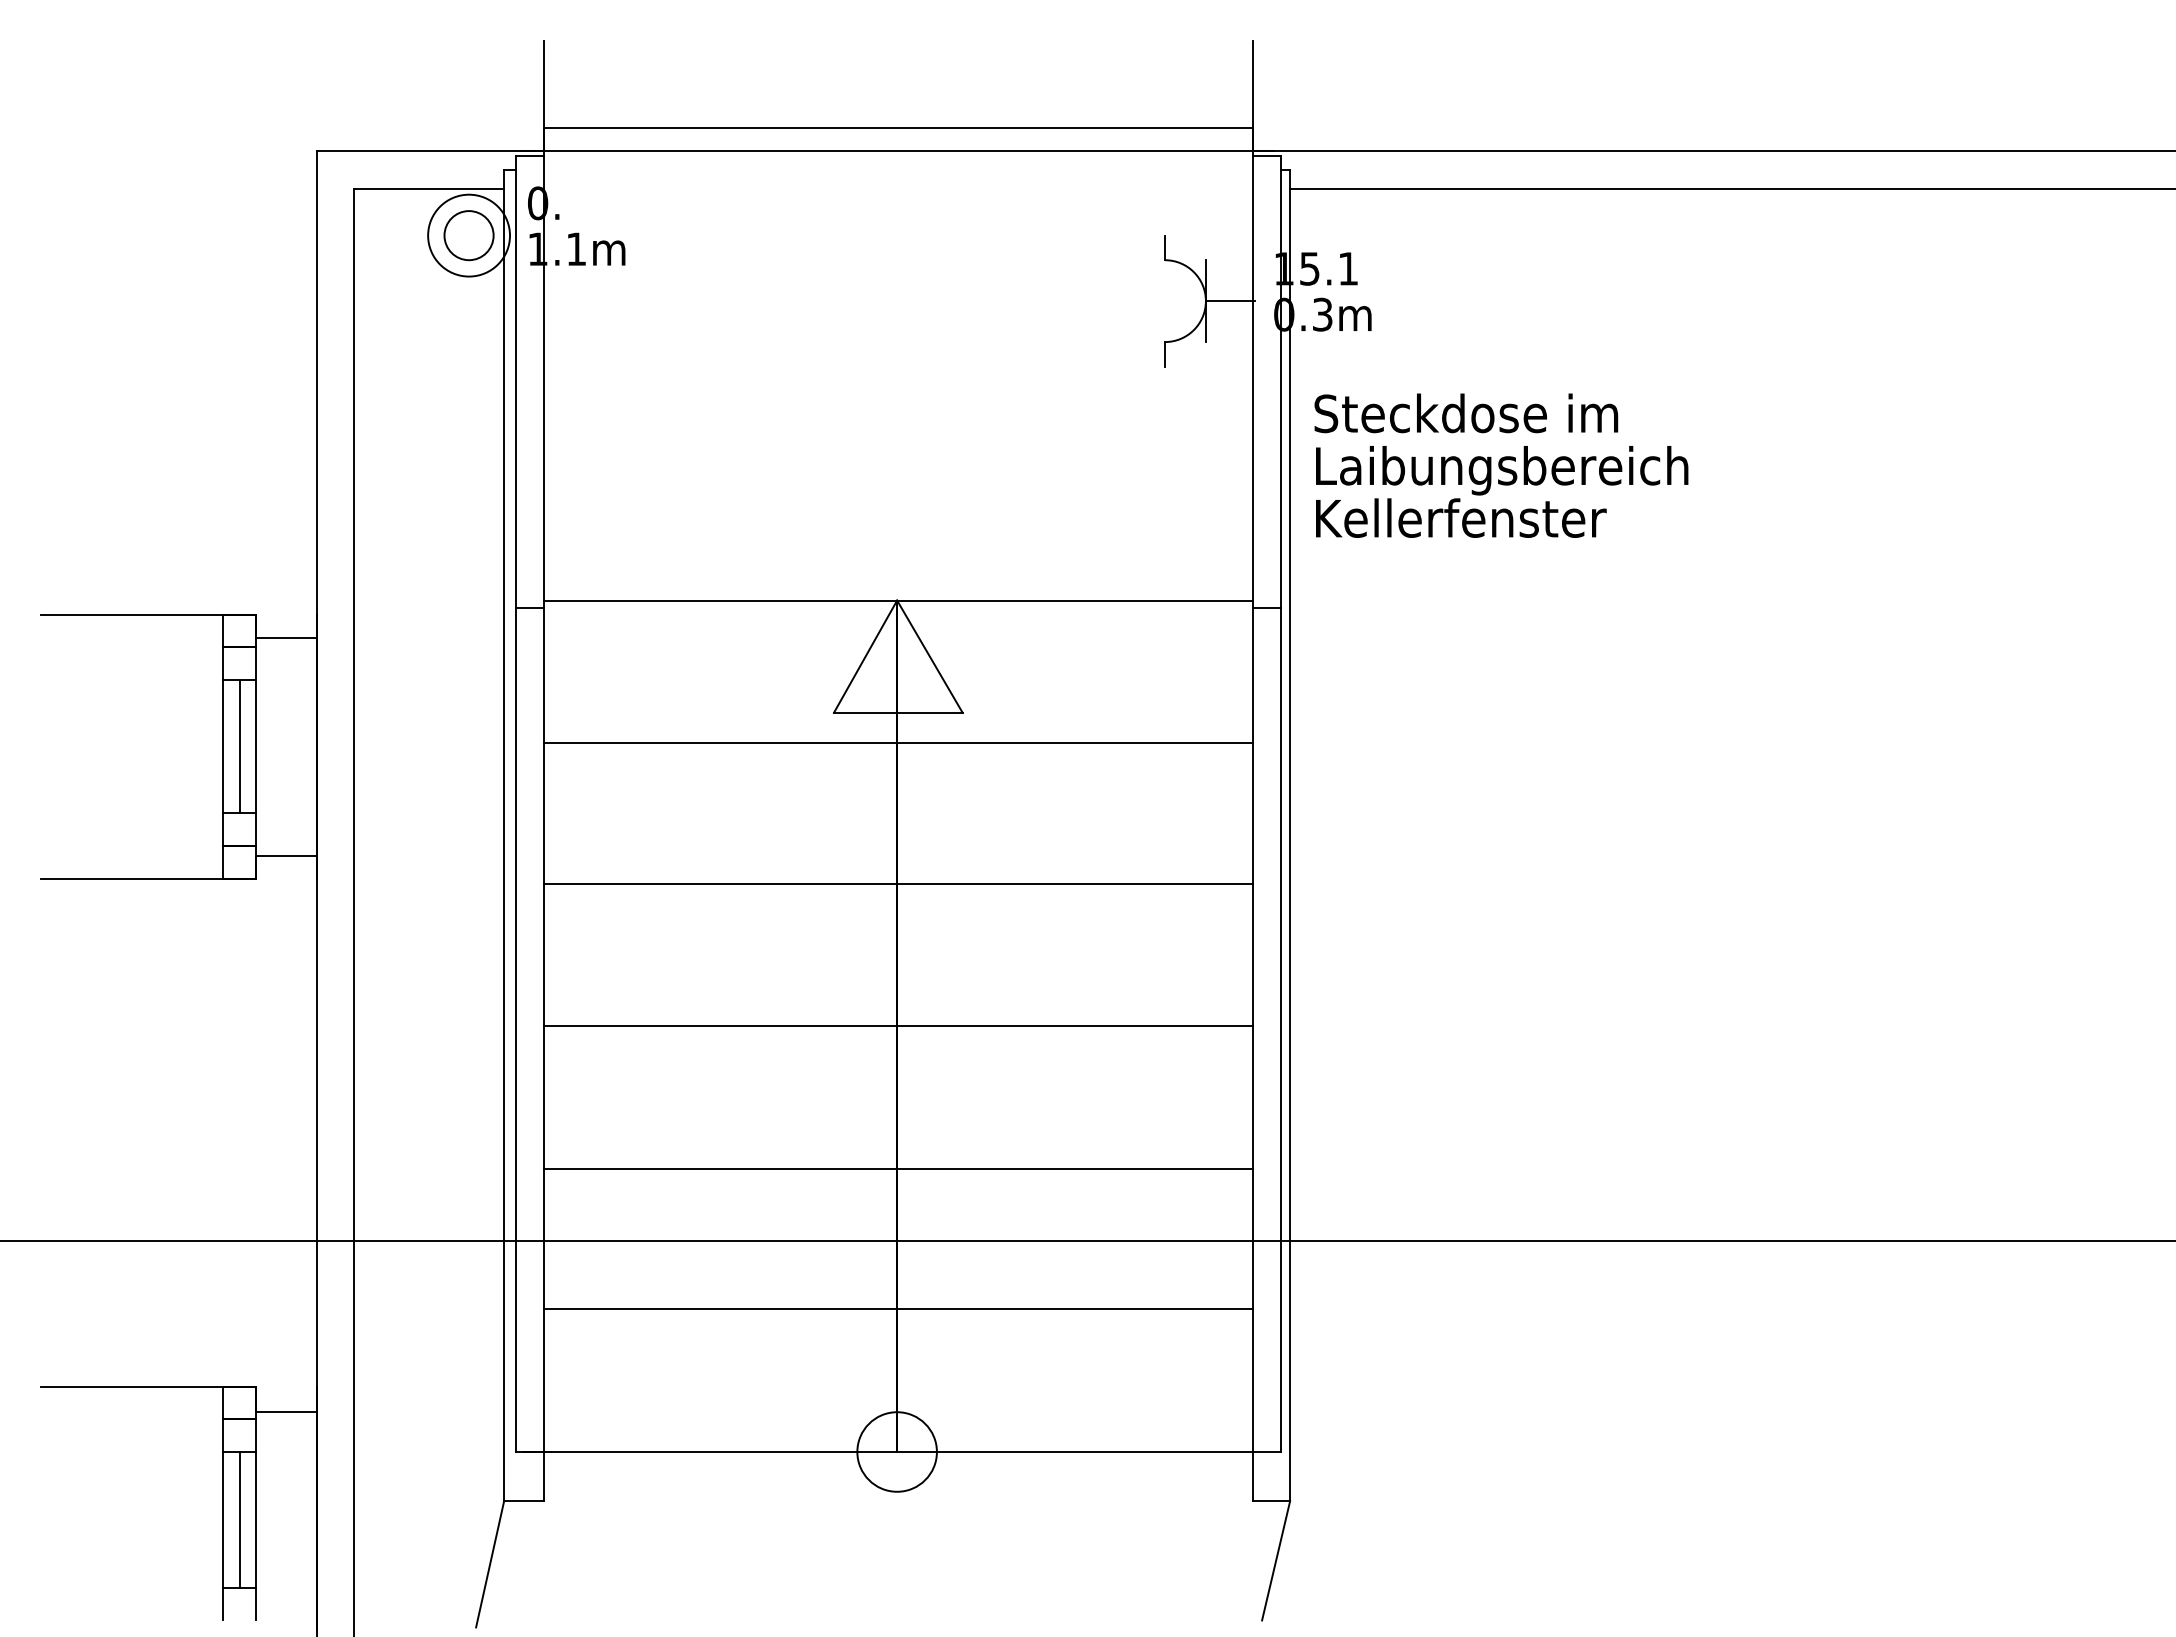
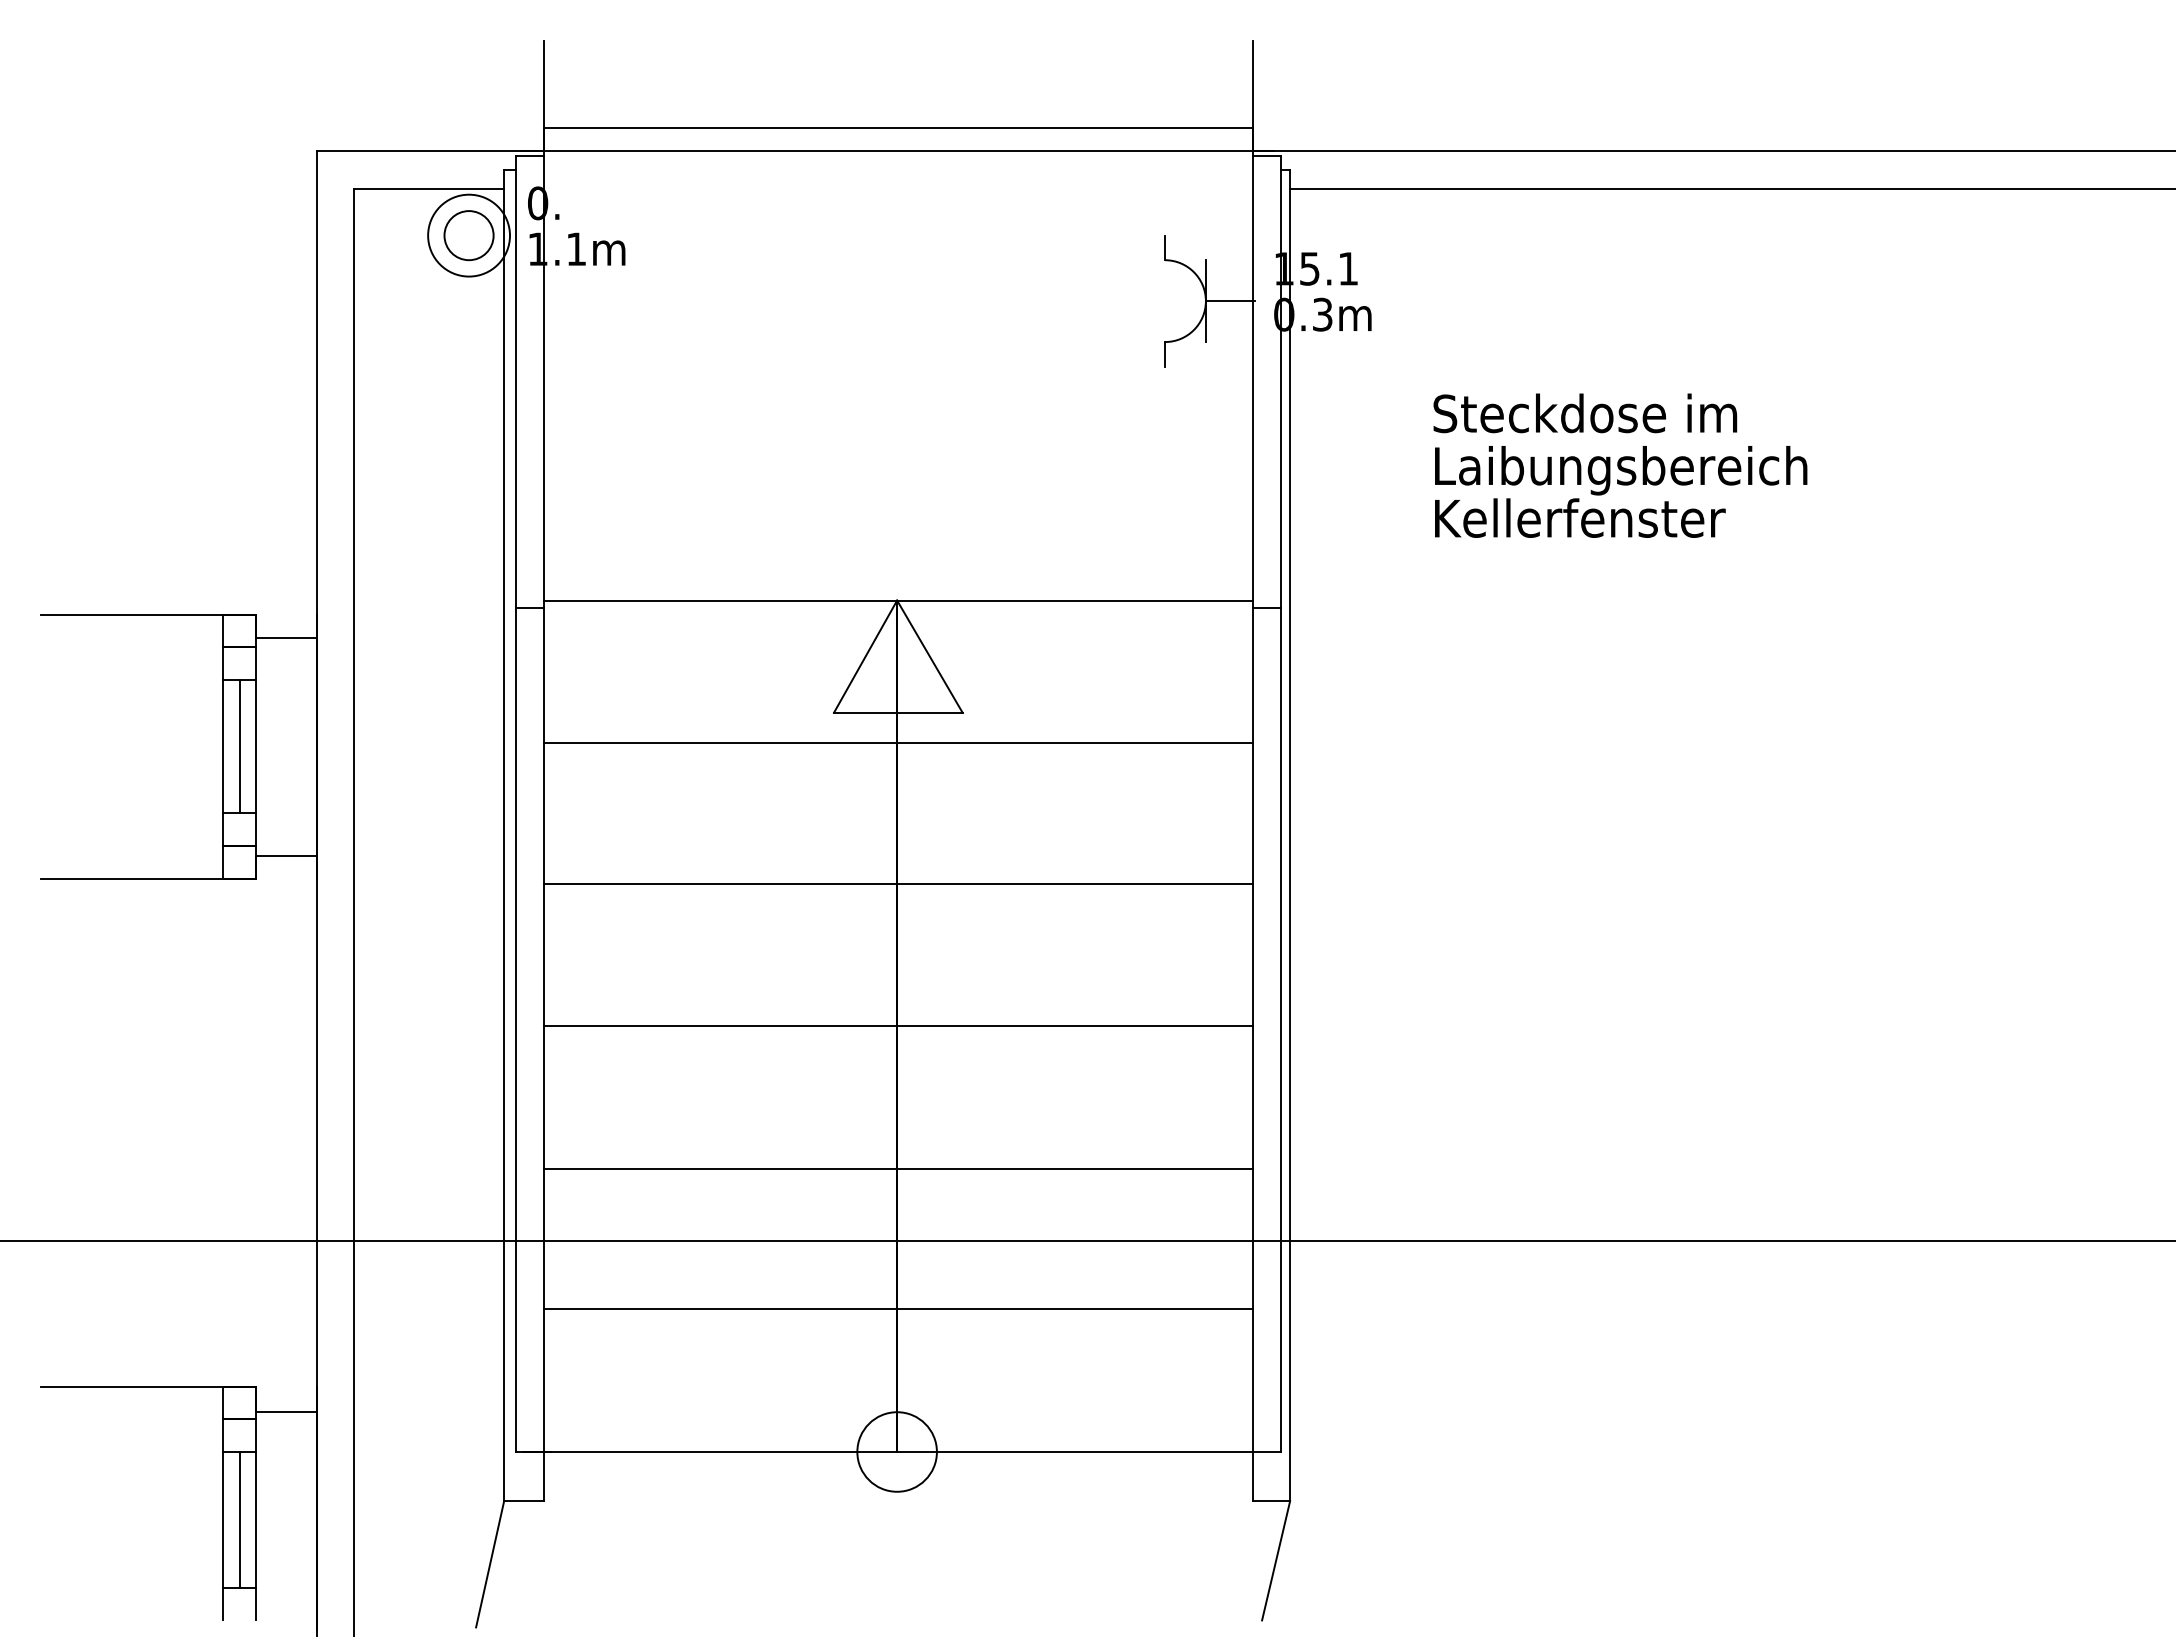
text at (1501, 465) position: (1501, 465) -> (1620, 465)
